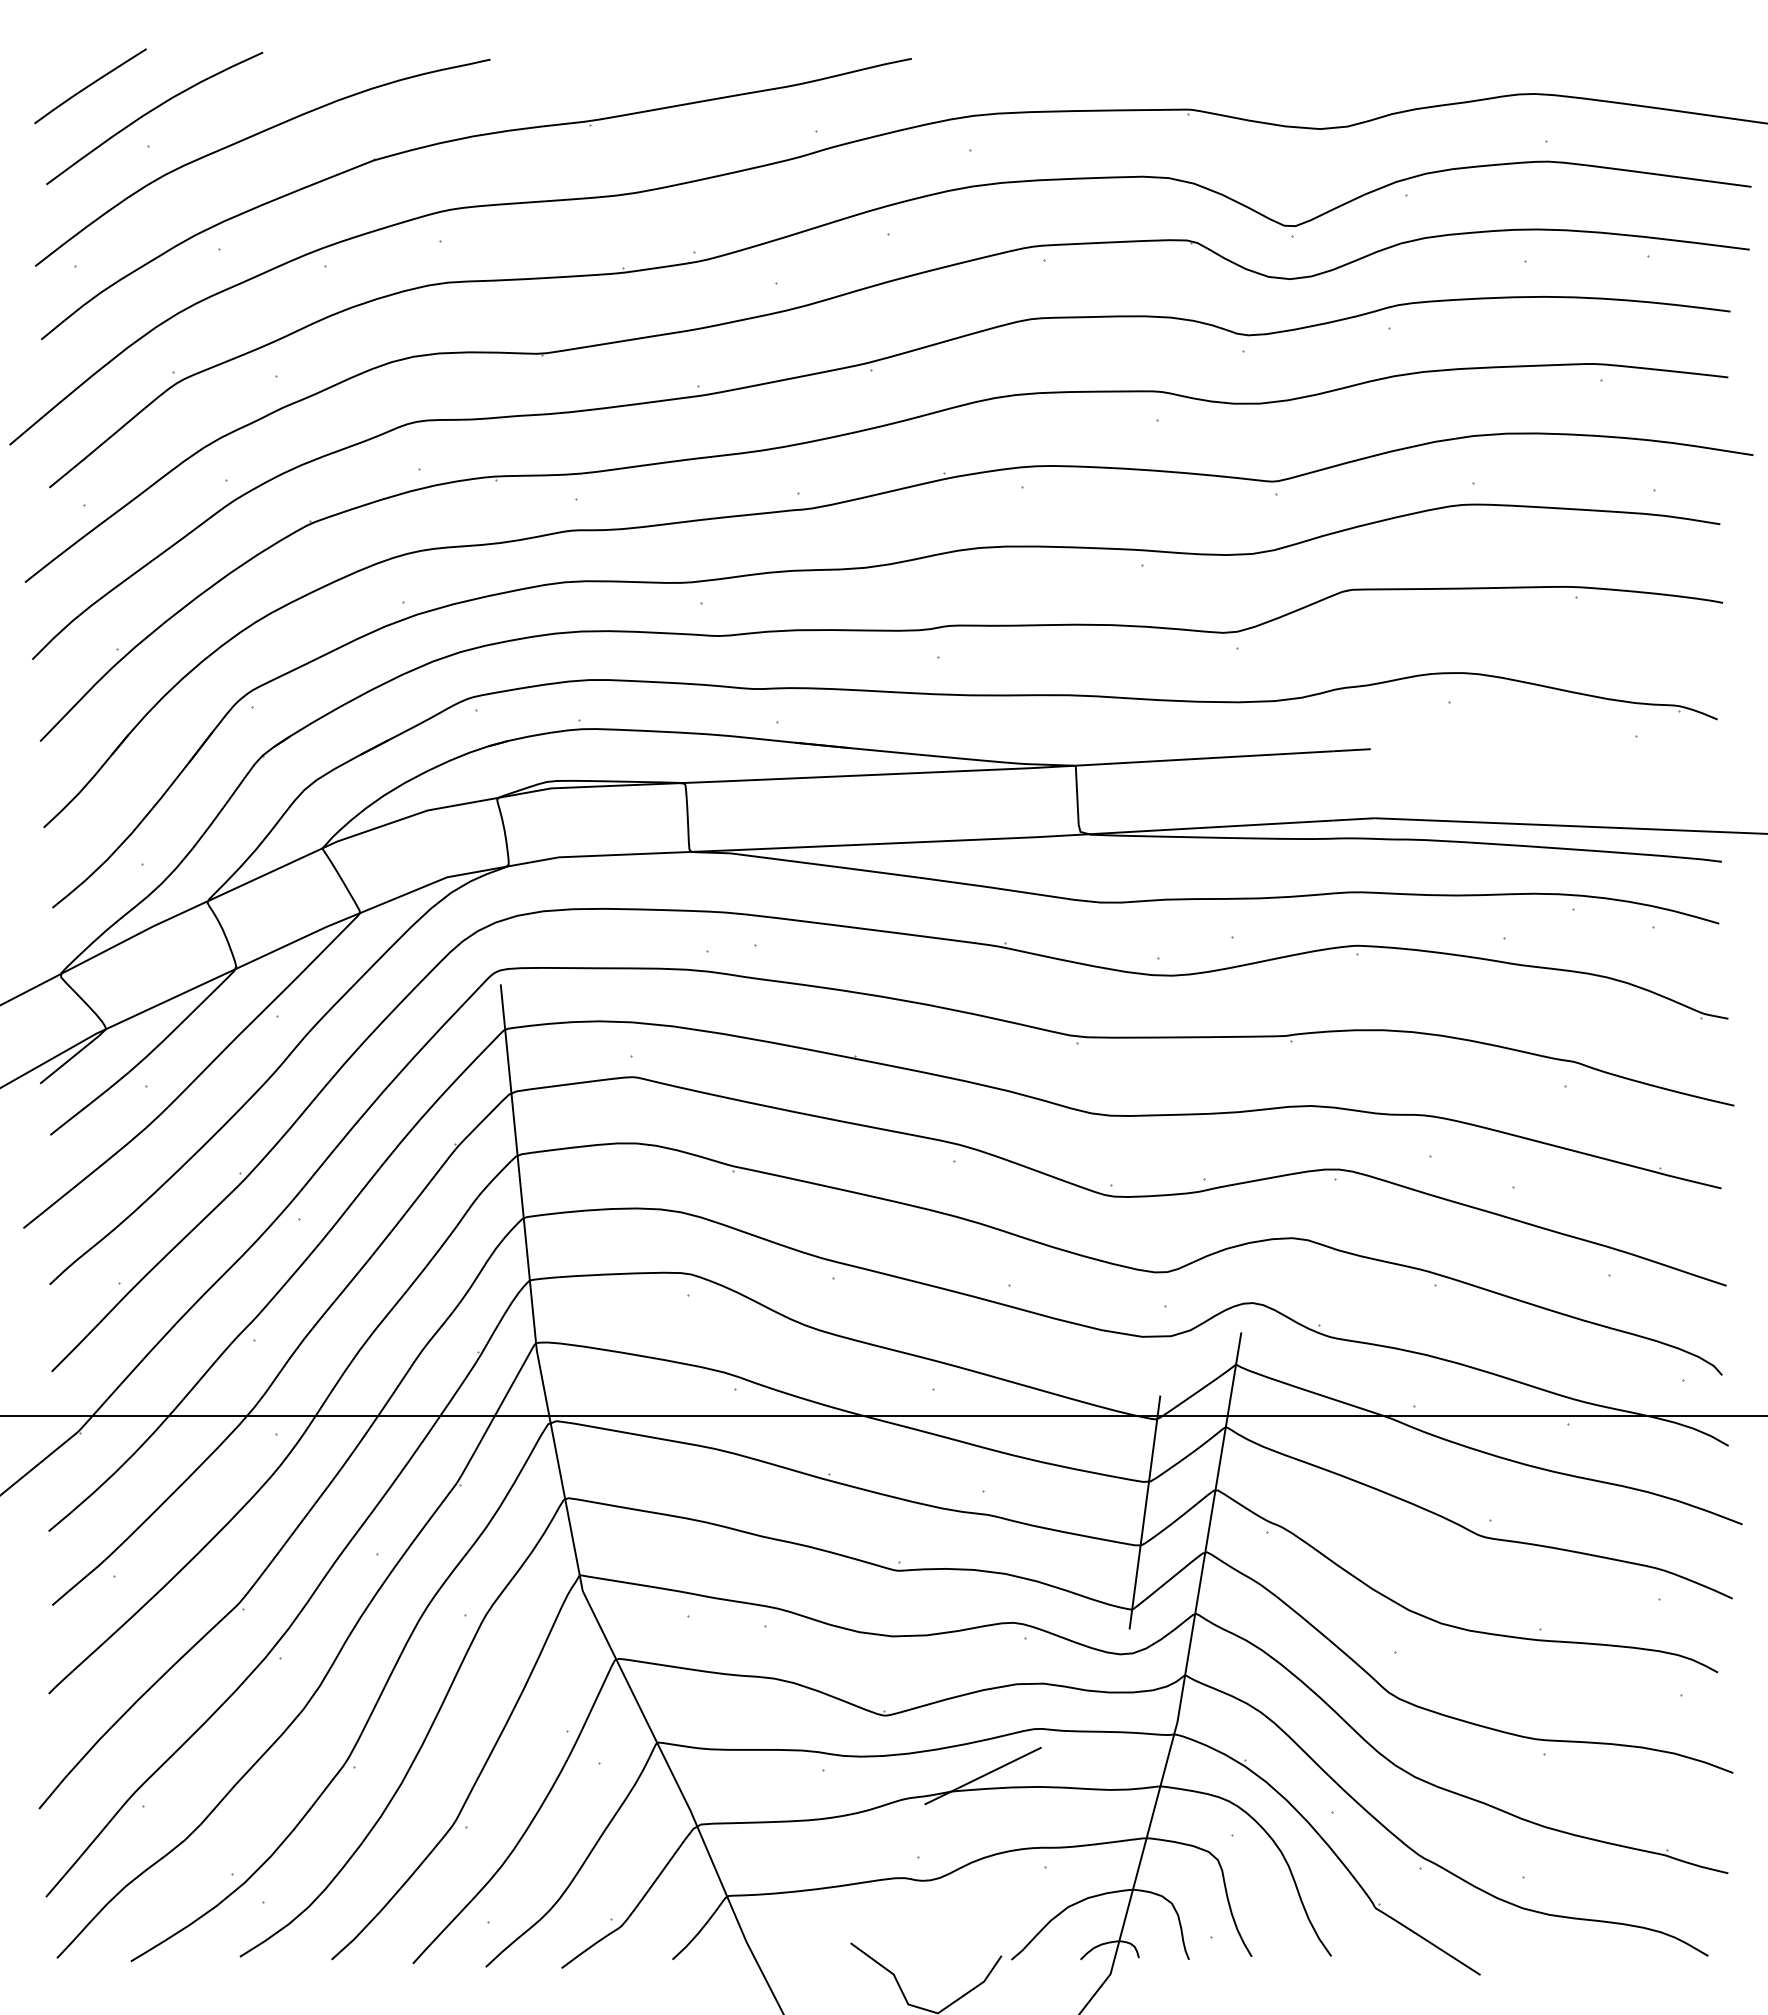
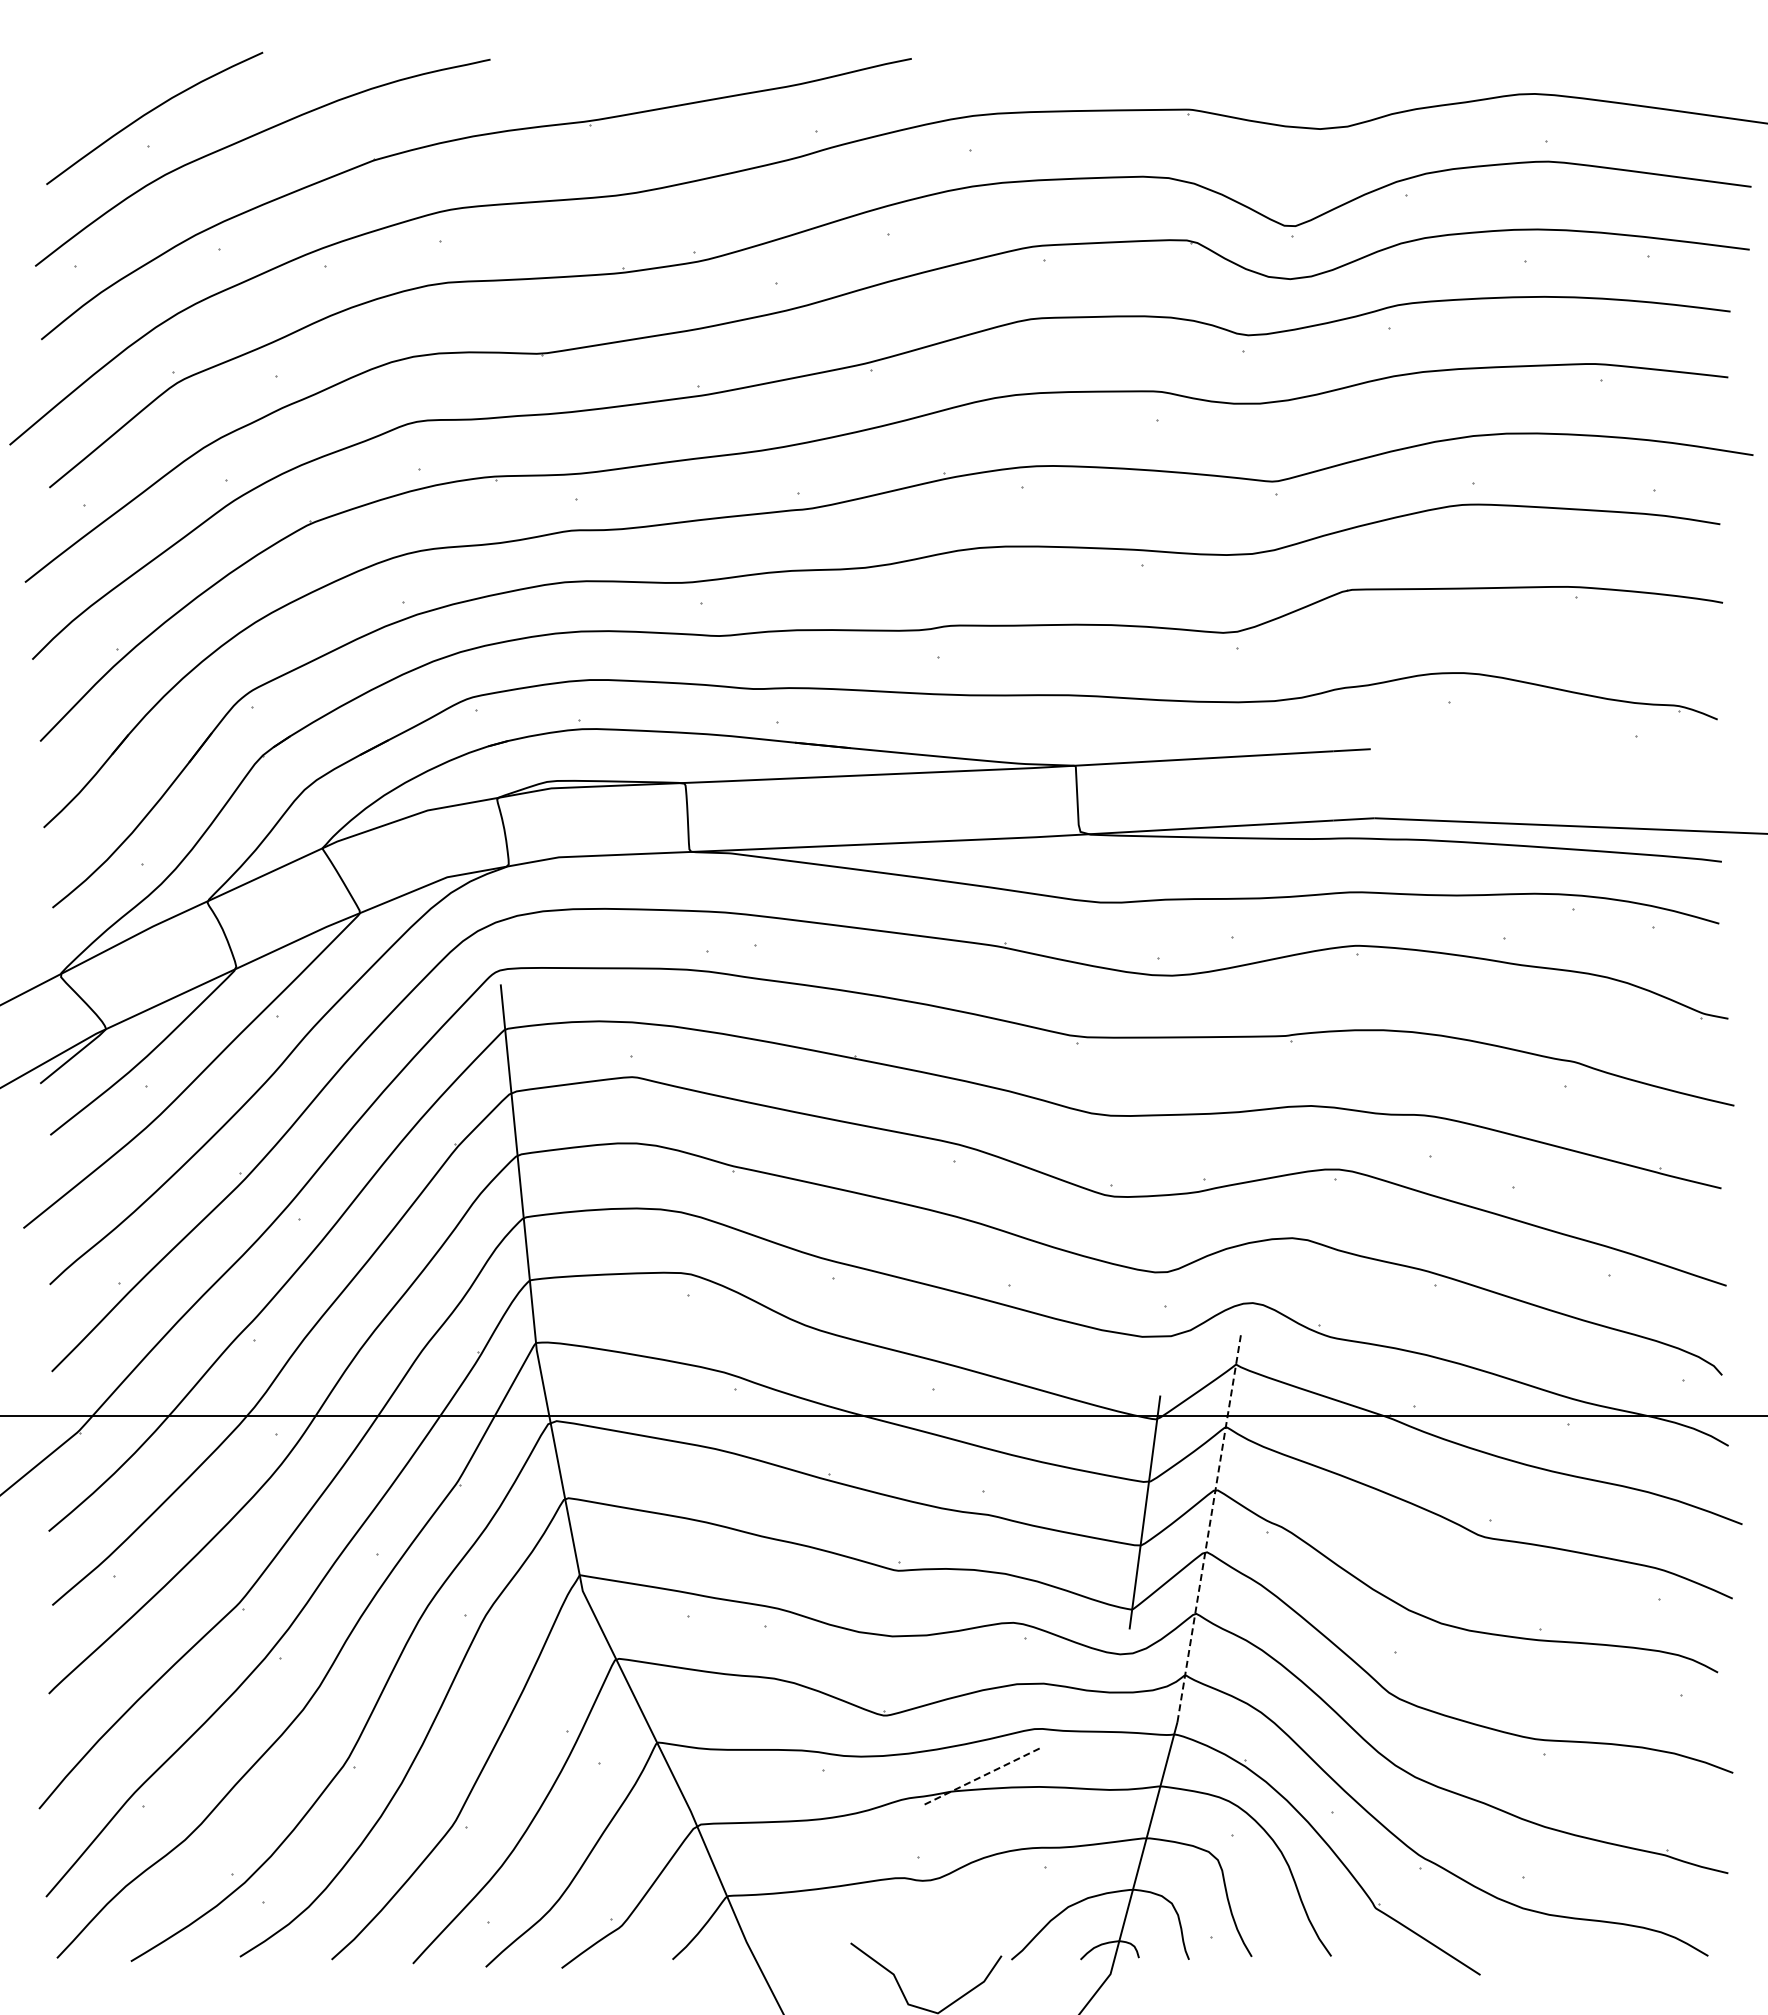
curve at (90, 85): present -> none
line at (1209, 1526): solid -> dashed
line at (983, 1775): solid -> dashed
